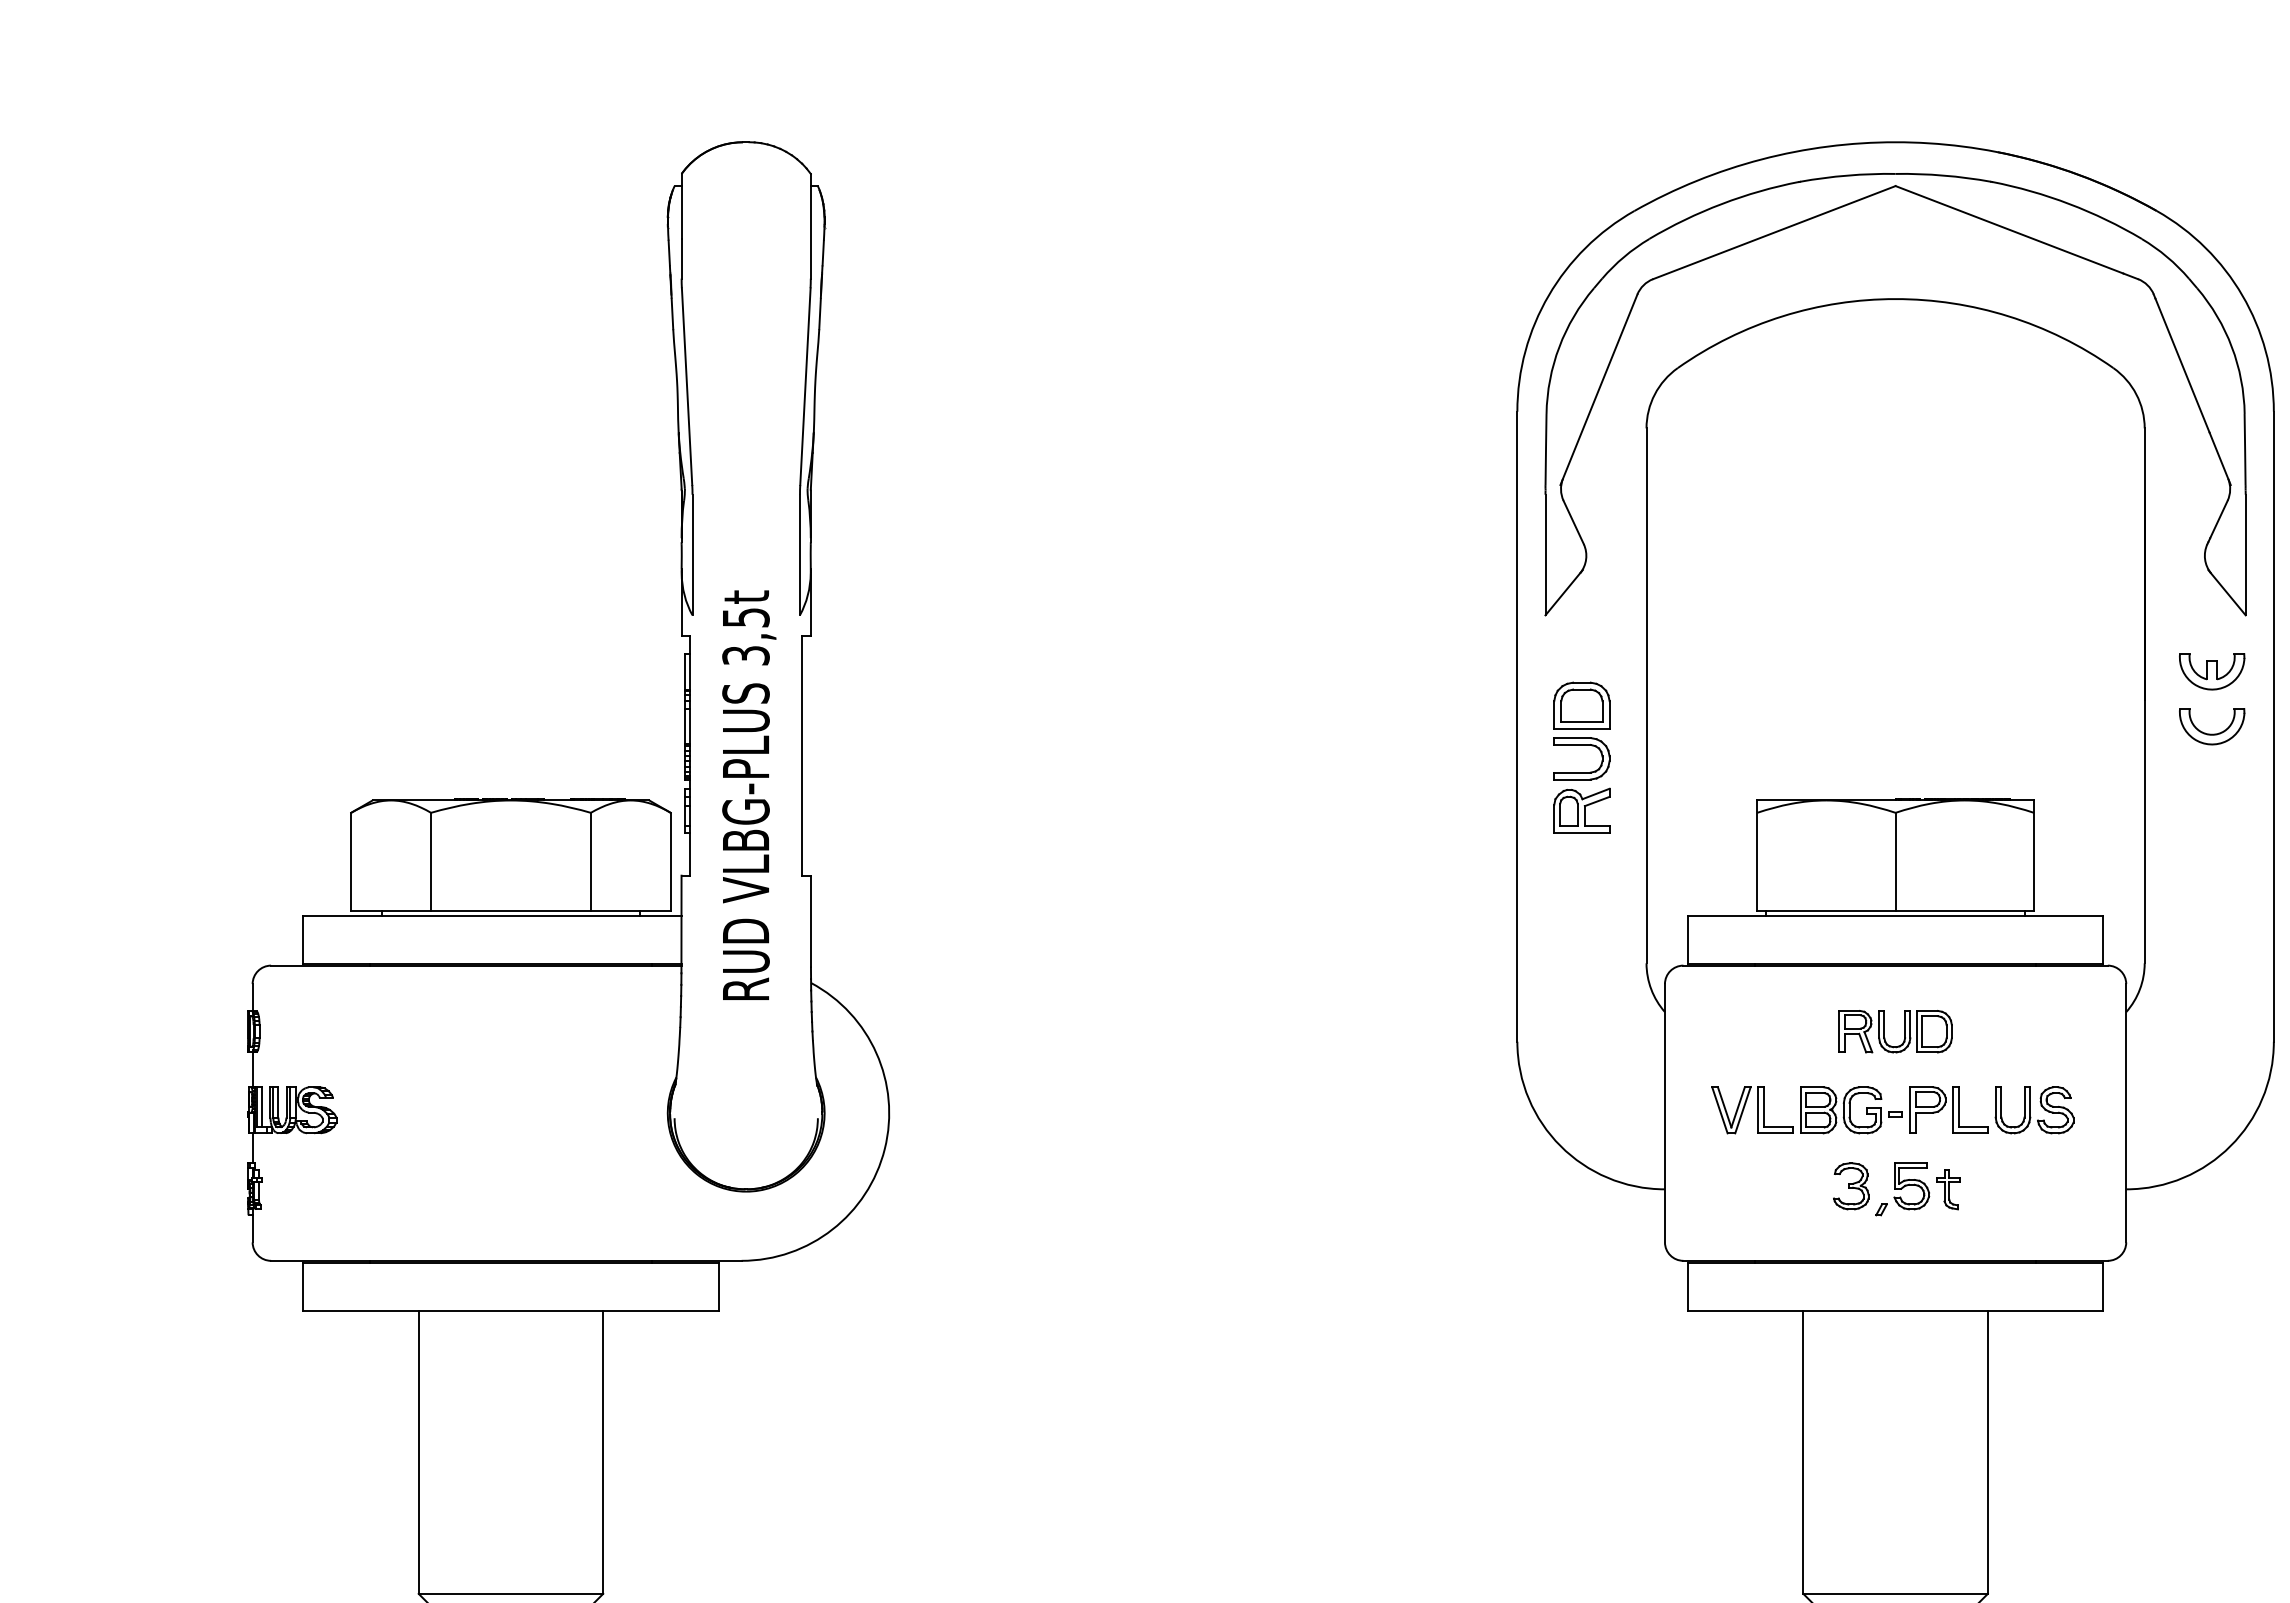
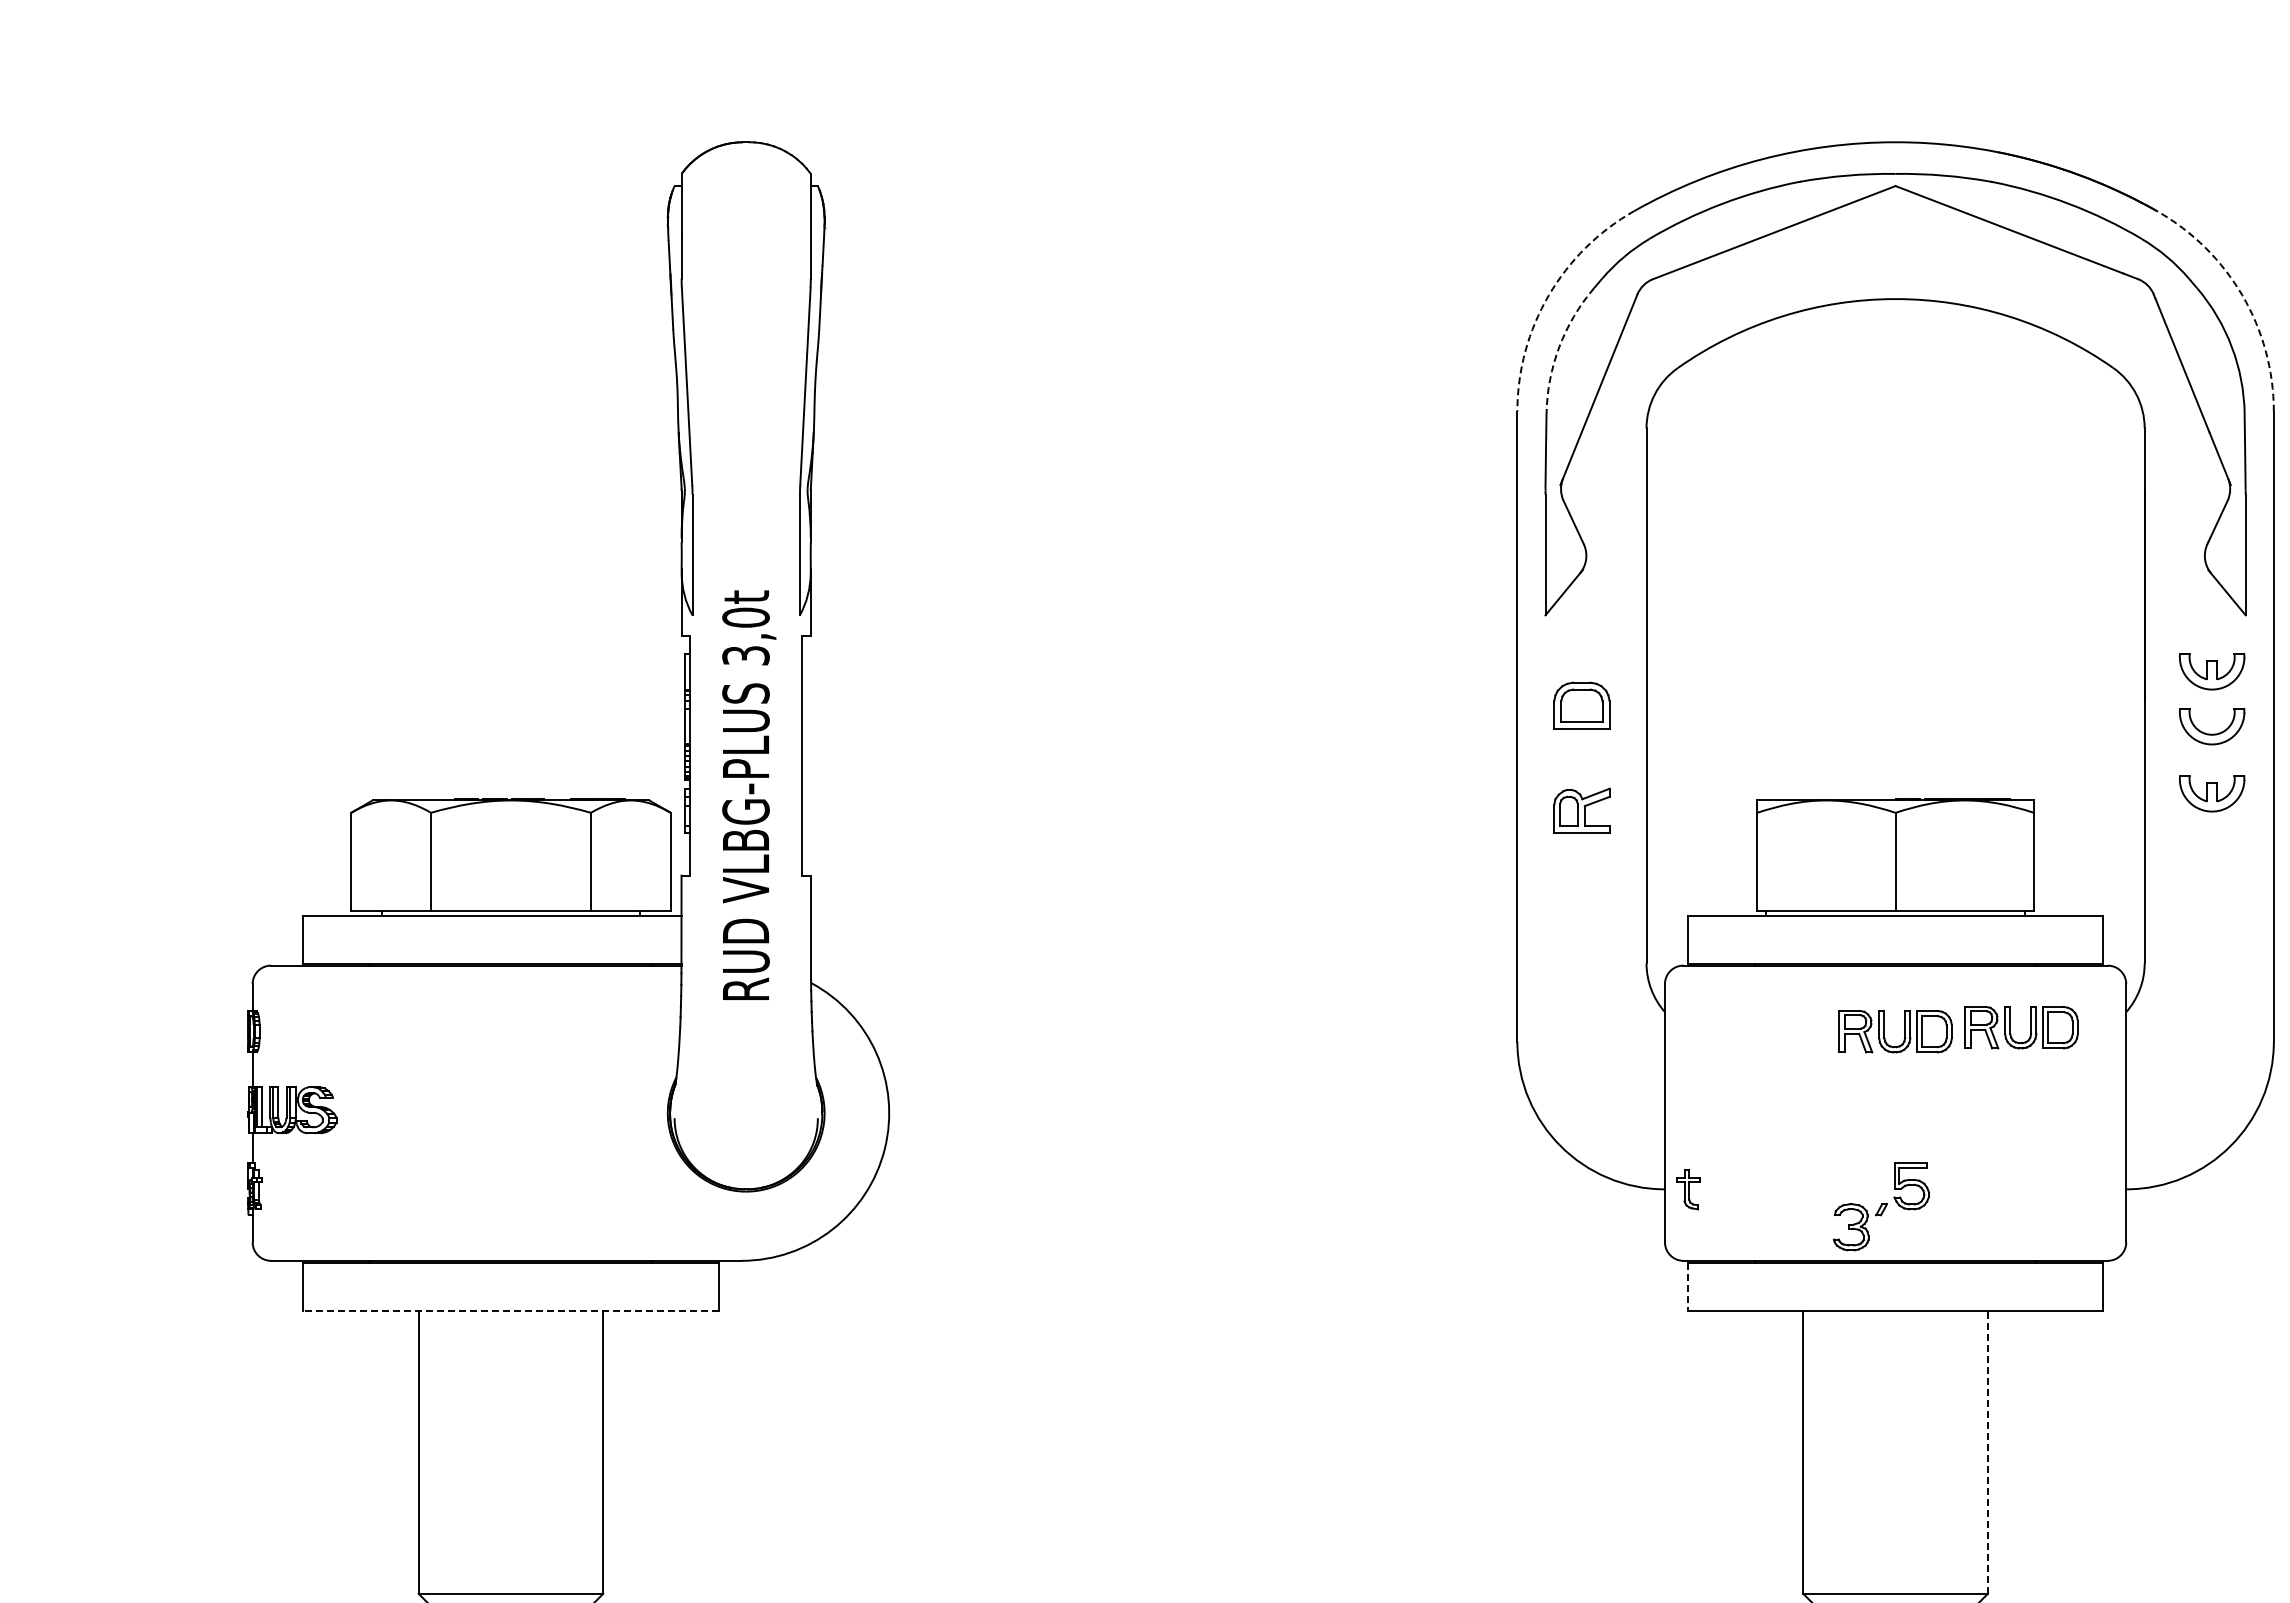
arc at (1548, 295): solid -> dashed
arc at (2242, 295): solid -> dashed
arc at (1559, 347): solid -> dashed
text at (745, 617): 3,5t -> 3,0t
part at (1581, 745): present -> none
part at (2212, 793): none -> present
part at (2030, 1027): none -> present
part at (1892, 1110): present -> none
part at (1851, 1186) position: (1851, 1186) -> (1851, 1227)
part at (1948, 1189) position: (1948, 1189) -> (1688, 1189)
line at (1688, 1286): solid -> dashed
line at (510, 1310): solid -> dashed
line at (1987, 1452): solid -> dashed
